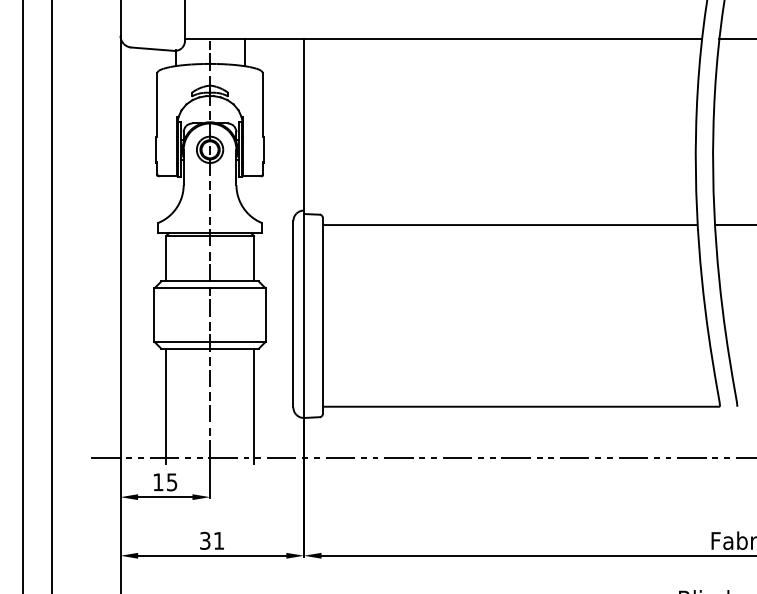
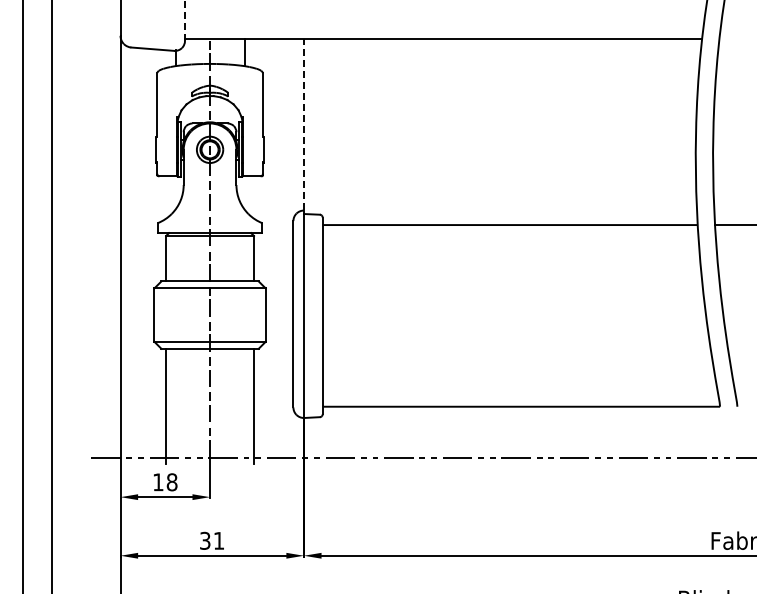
line at (184, 20): solid -> dashed
line at (736, 38): present -> none
line at (303, 124): solid -> dashed
text at (171, 482): 15 -> 18
